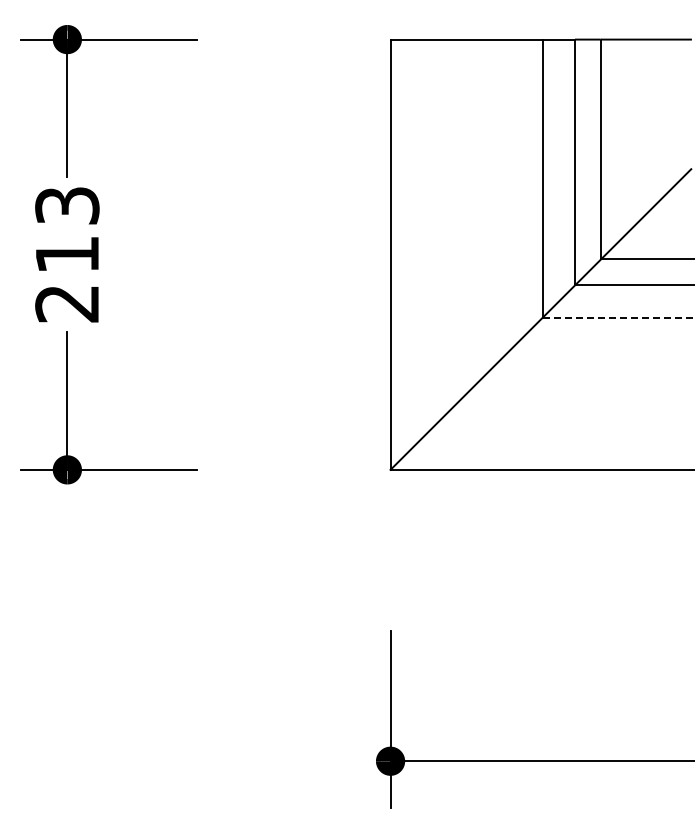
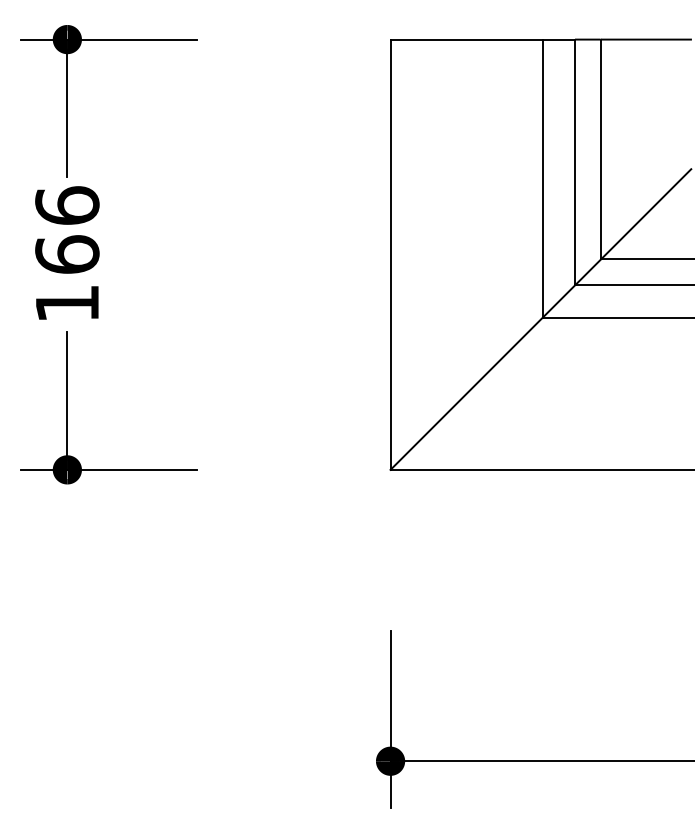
text at (67, 254): 213 -> 166
line at (618, 317): dashed -> solid
